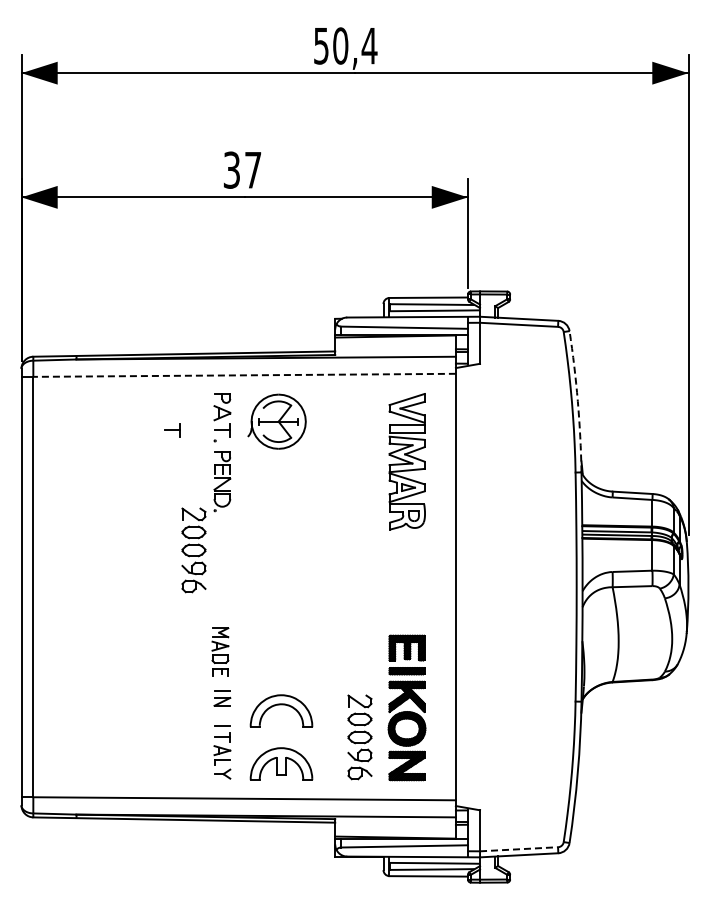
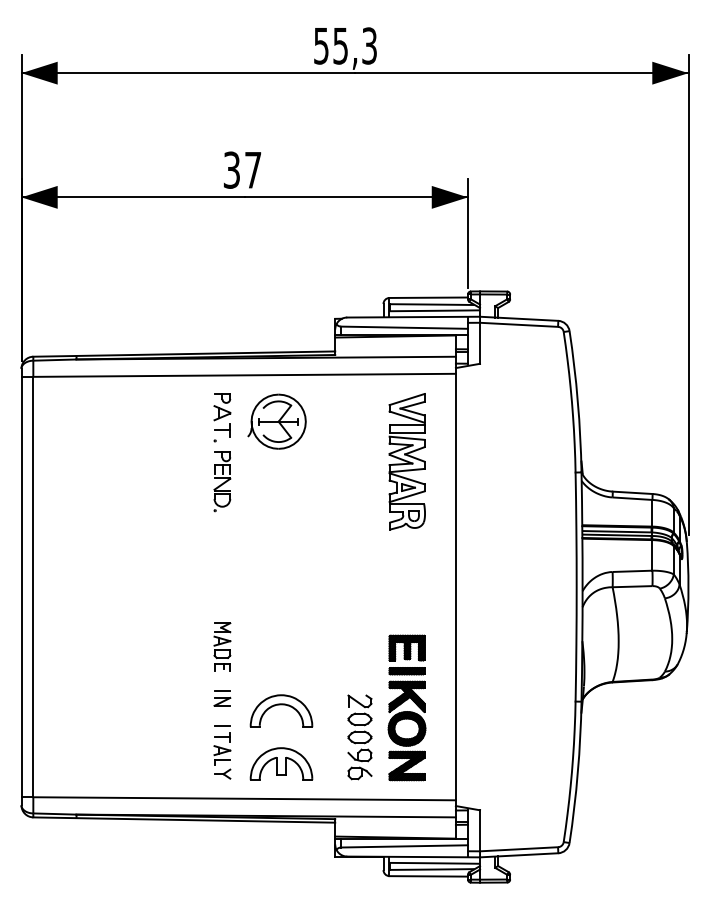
text at (355, 45): 50,4 -> 55,3
line at (244, 375): dashed -> solid
arc at (577, 401): dashed -> solid
part at (172, 430): present -> none
part at (193, 550): present -> none
part at (220, 651) position: (220, 651) -> (222, 646)
line at (519, 849): dashed -> solid
